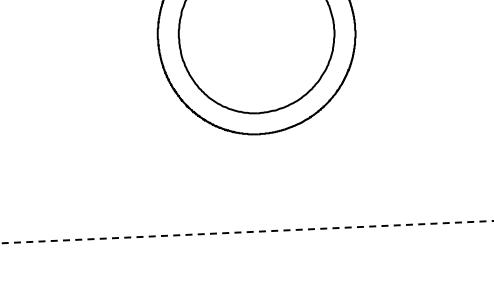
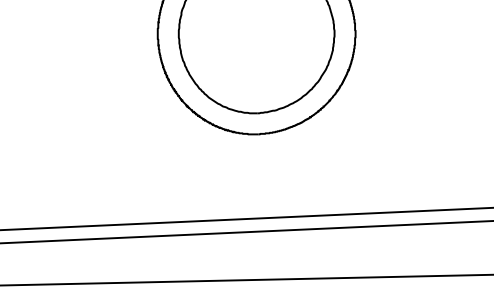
line at (246, 218): none -> present
line at (247, 232): dashed -> solid
line at (246, 279): none -> present
